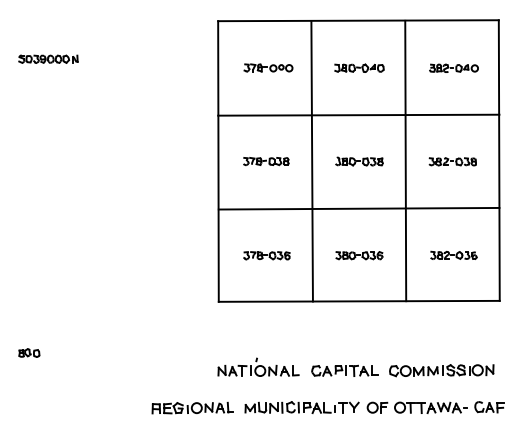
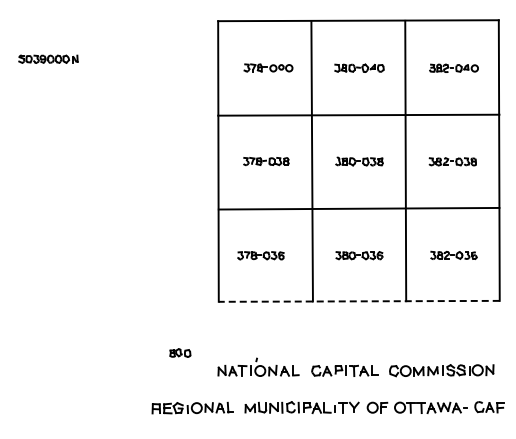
part at (266, 255) position: (266, 255) -> (260, 255)
line at (358, 301): solid -> dashed
part at (29, 352) position: (29, 352) -> (180, 352)
